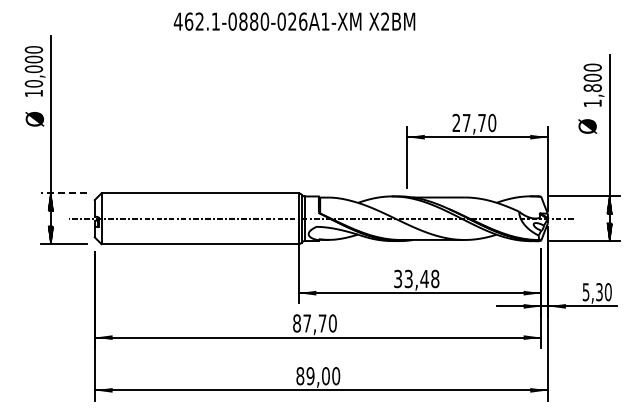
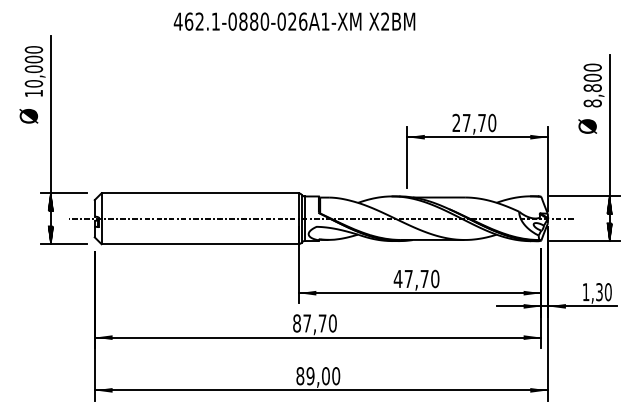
text at (592, 103): 1,800 -> 8,800
text at (34, 119) position: (34, 119) -> (28, 116)
line at (63, 193): dashed -> solid
text at (416, 278): 33,48 -> 47,70
text at (585, 292): 5,30 -> 1,30
